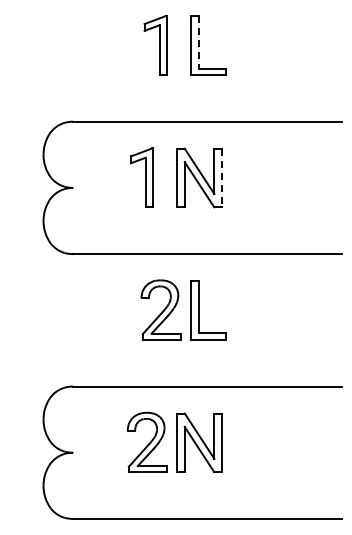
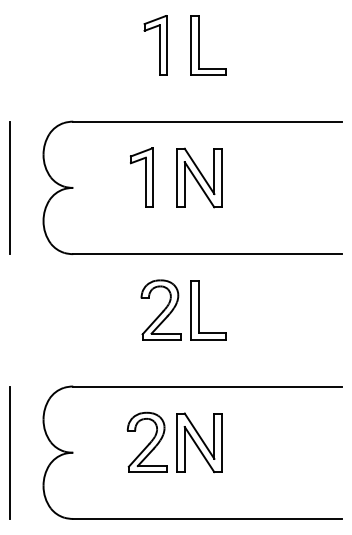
line at (198, 42): dashed -> solid
line at (222, 178): dashed -> solid
line at (10, 187): none -> present
line at (10, 452): none -> present
